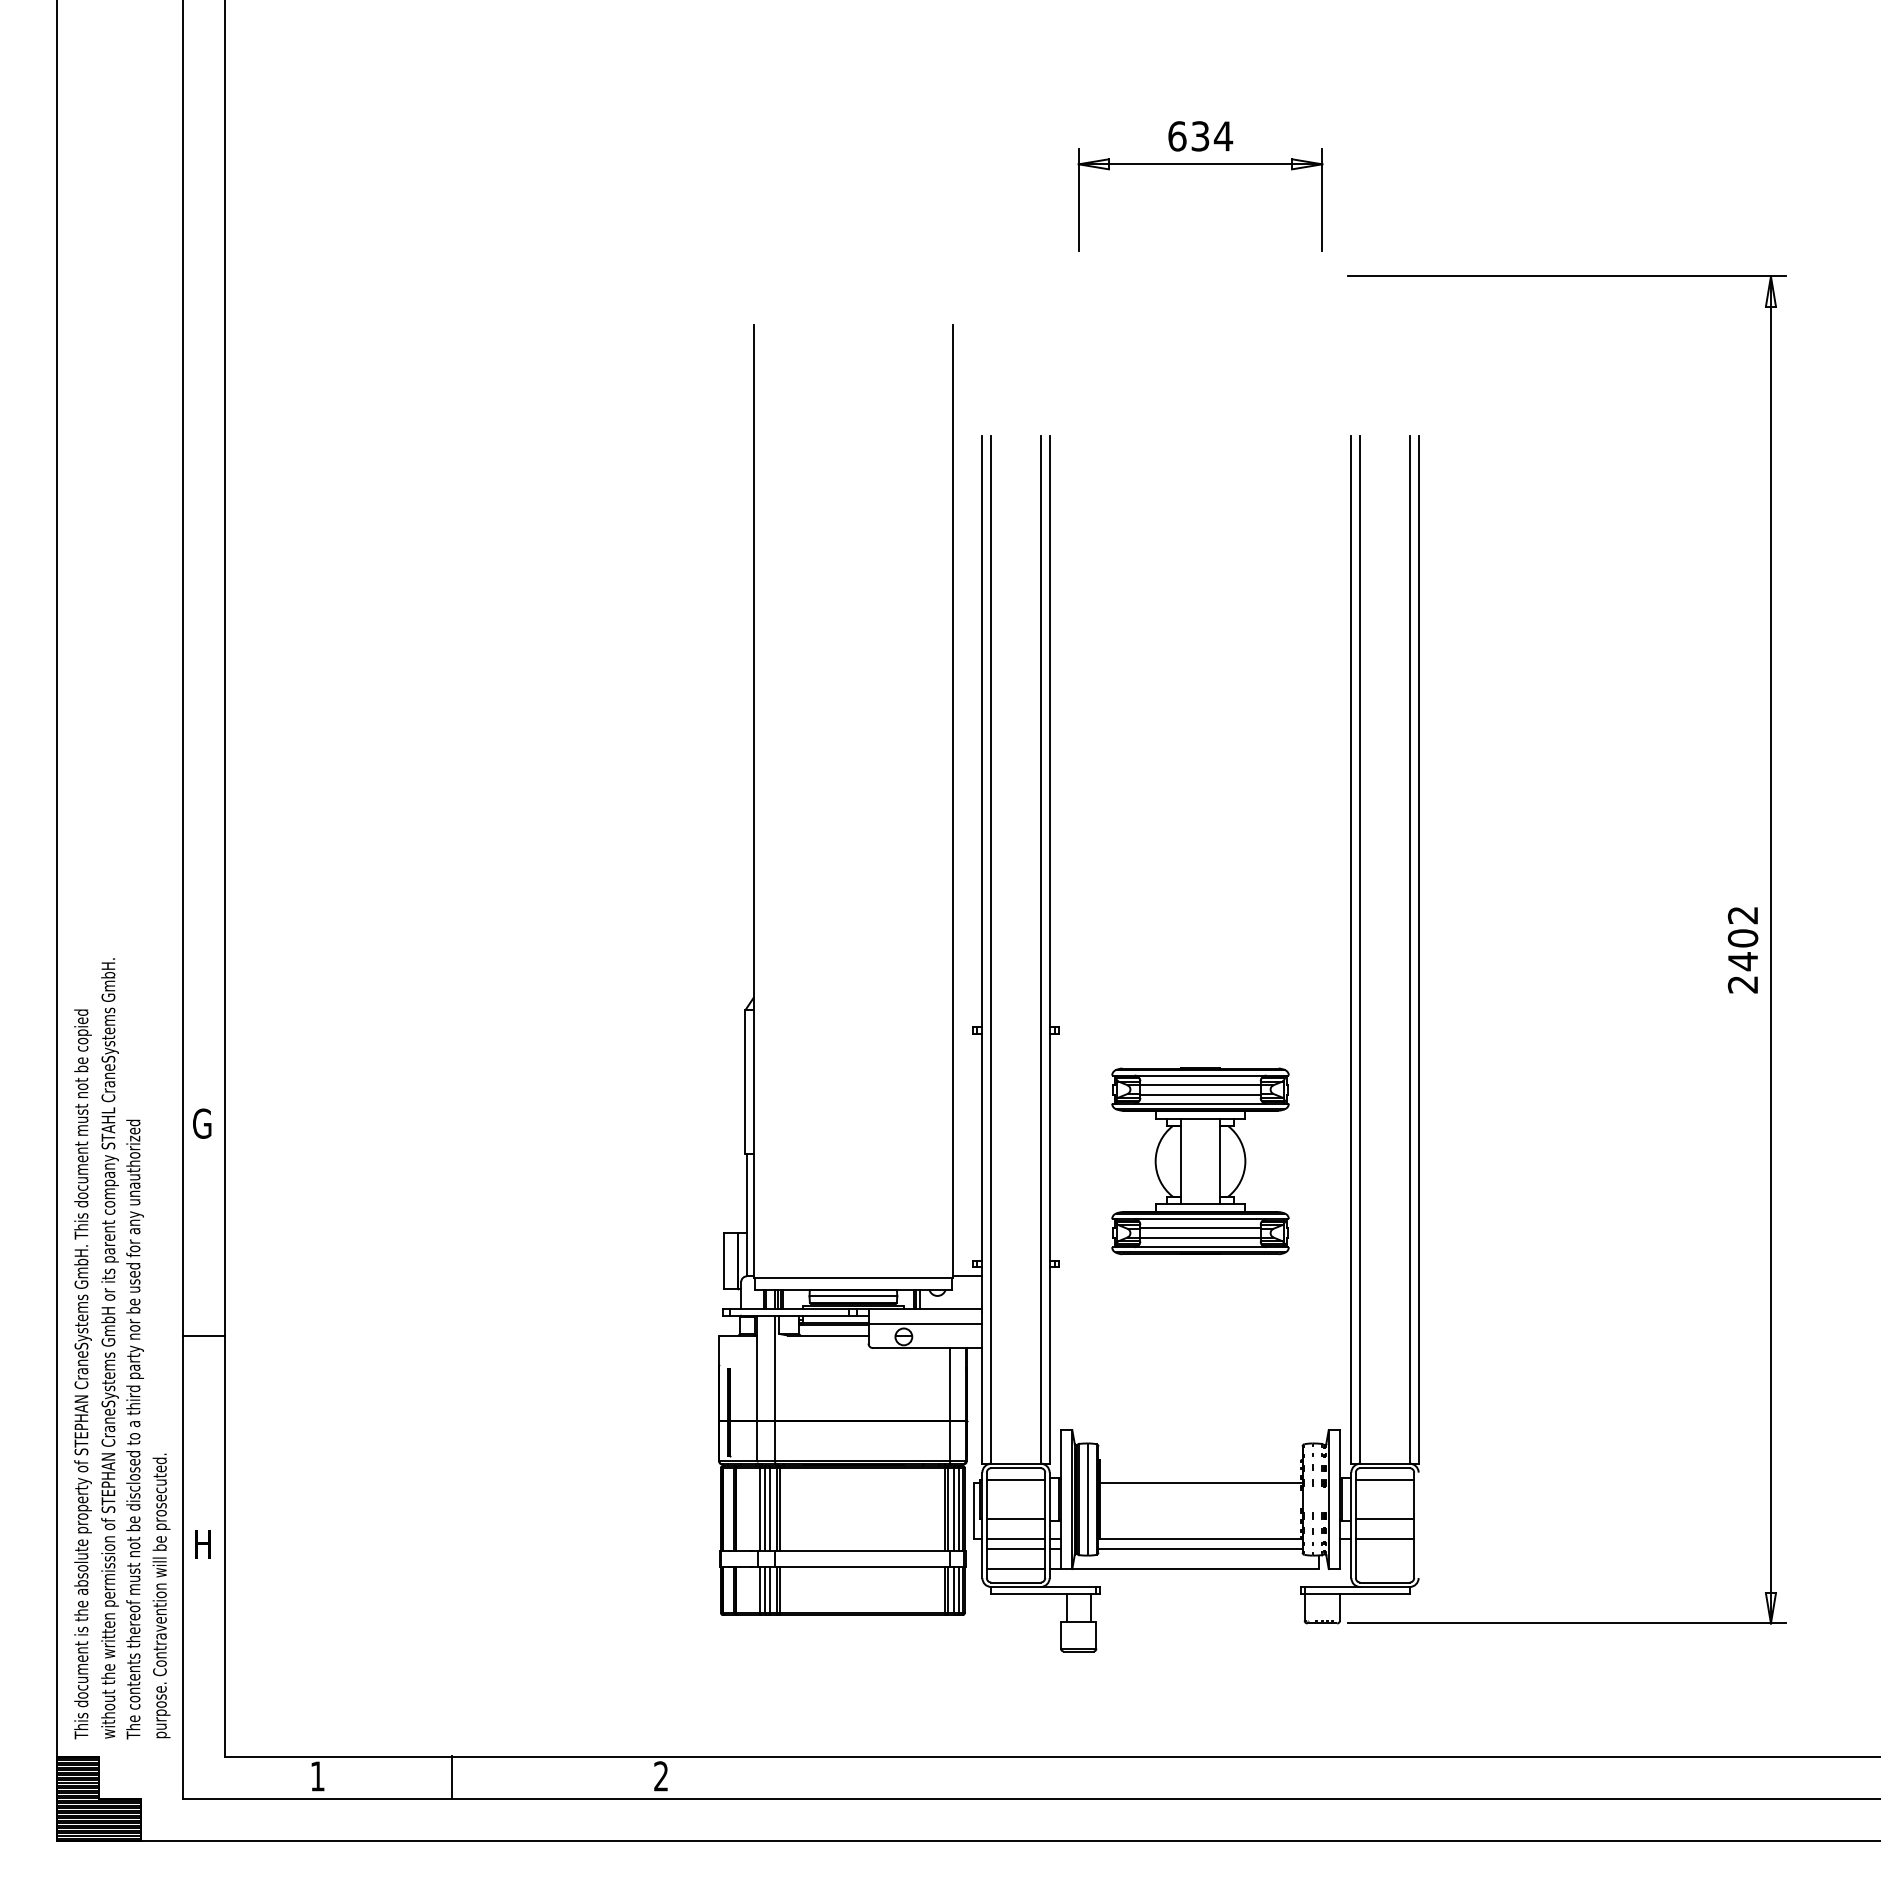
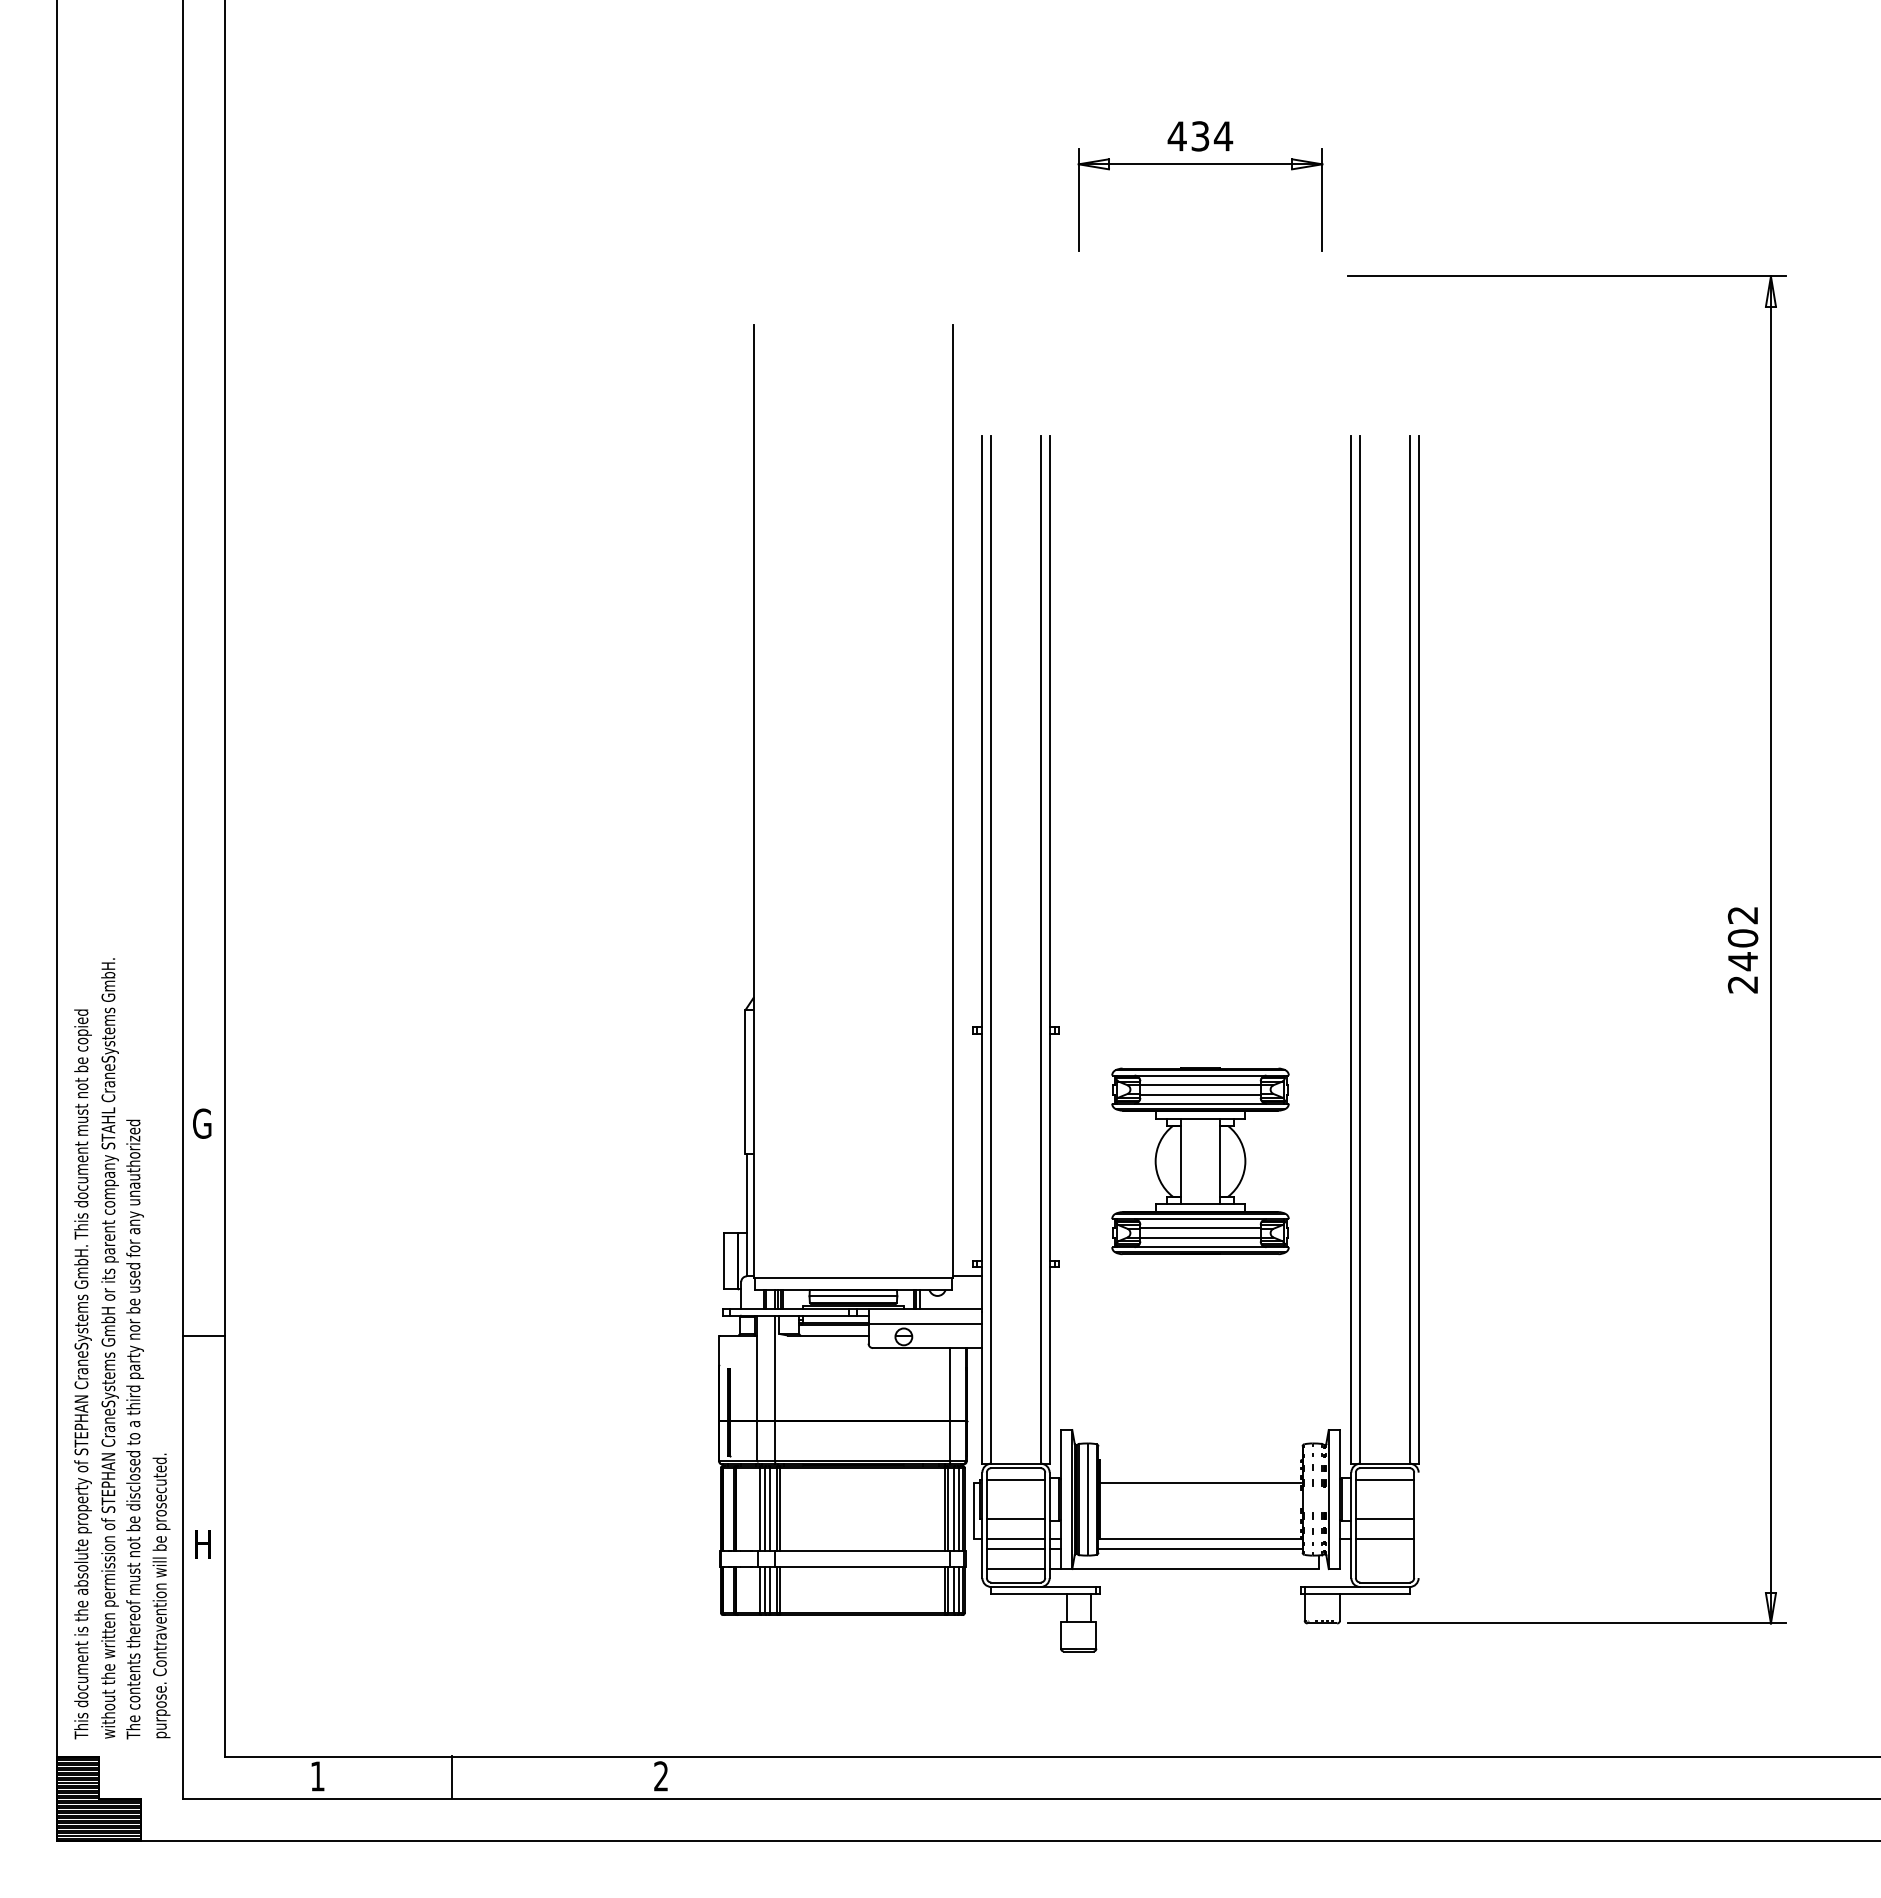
text at (1176, 136): 634 -> 434
